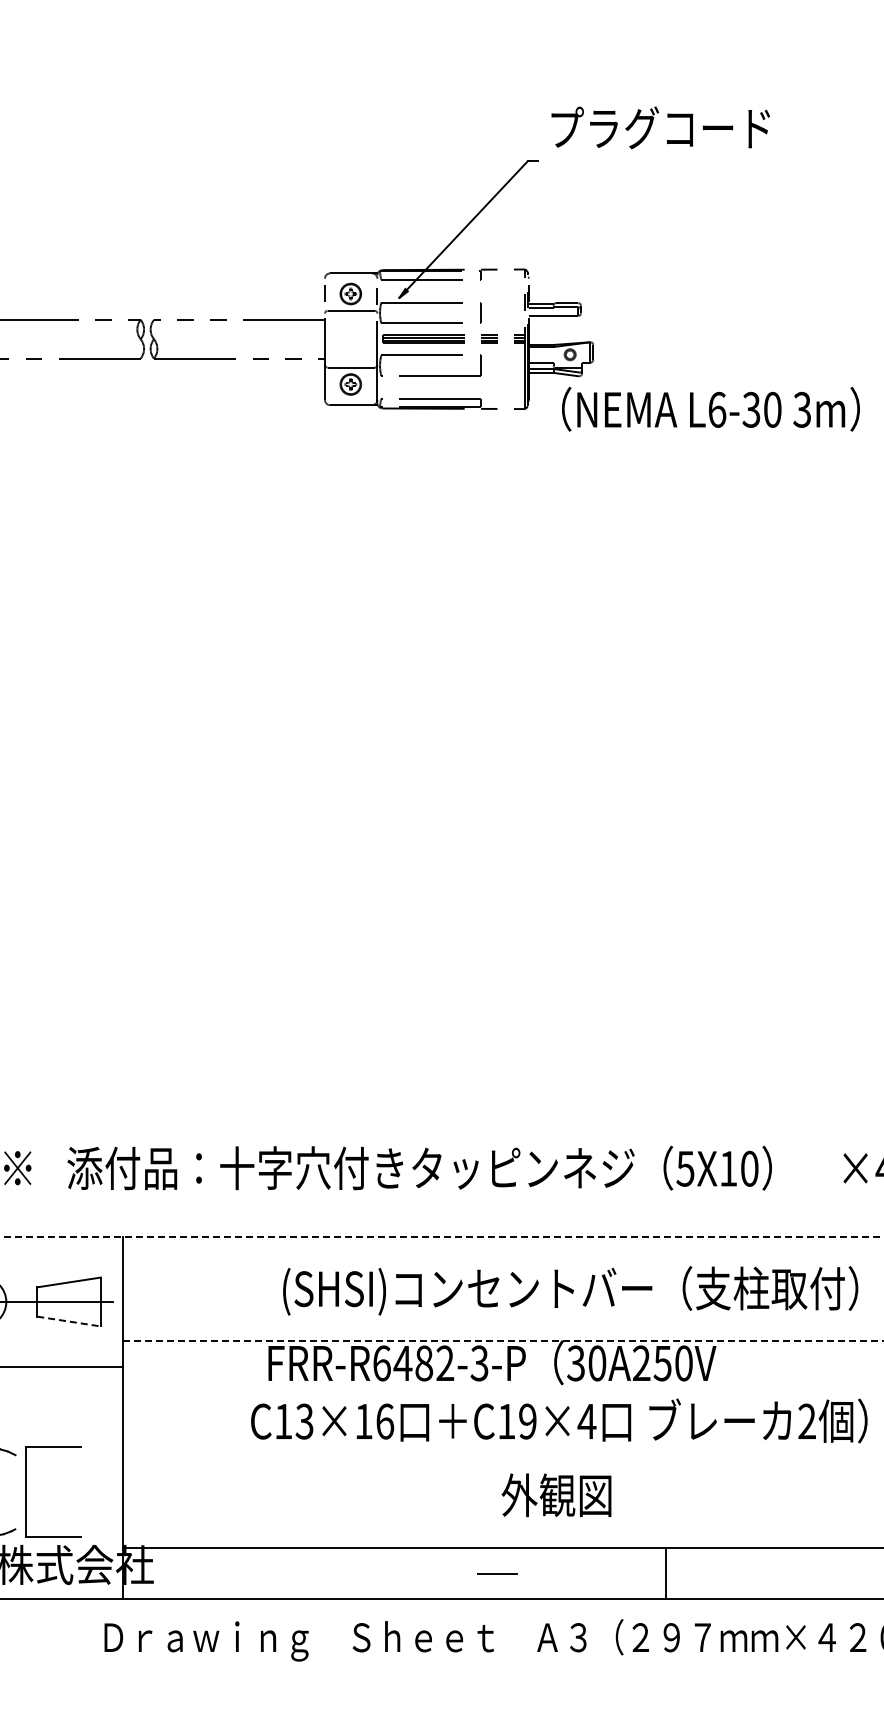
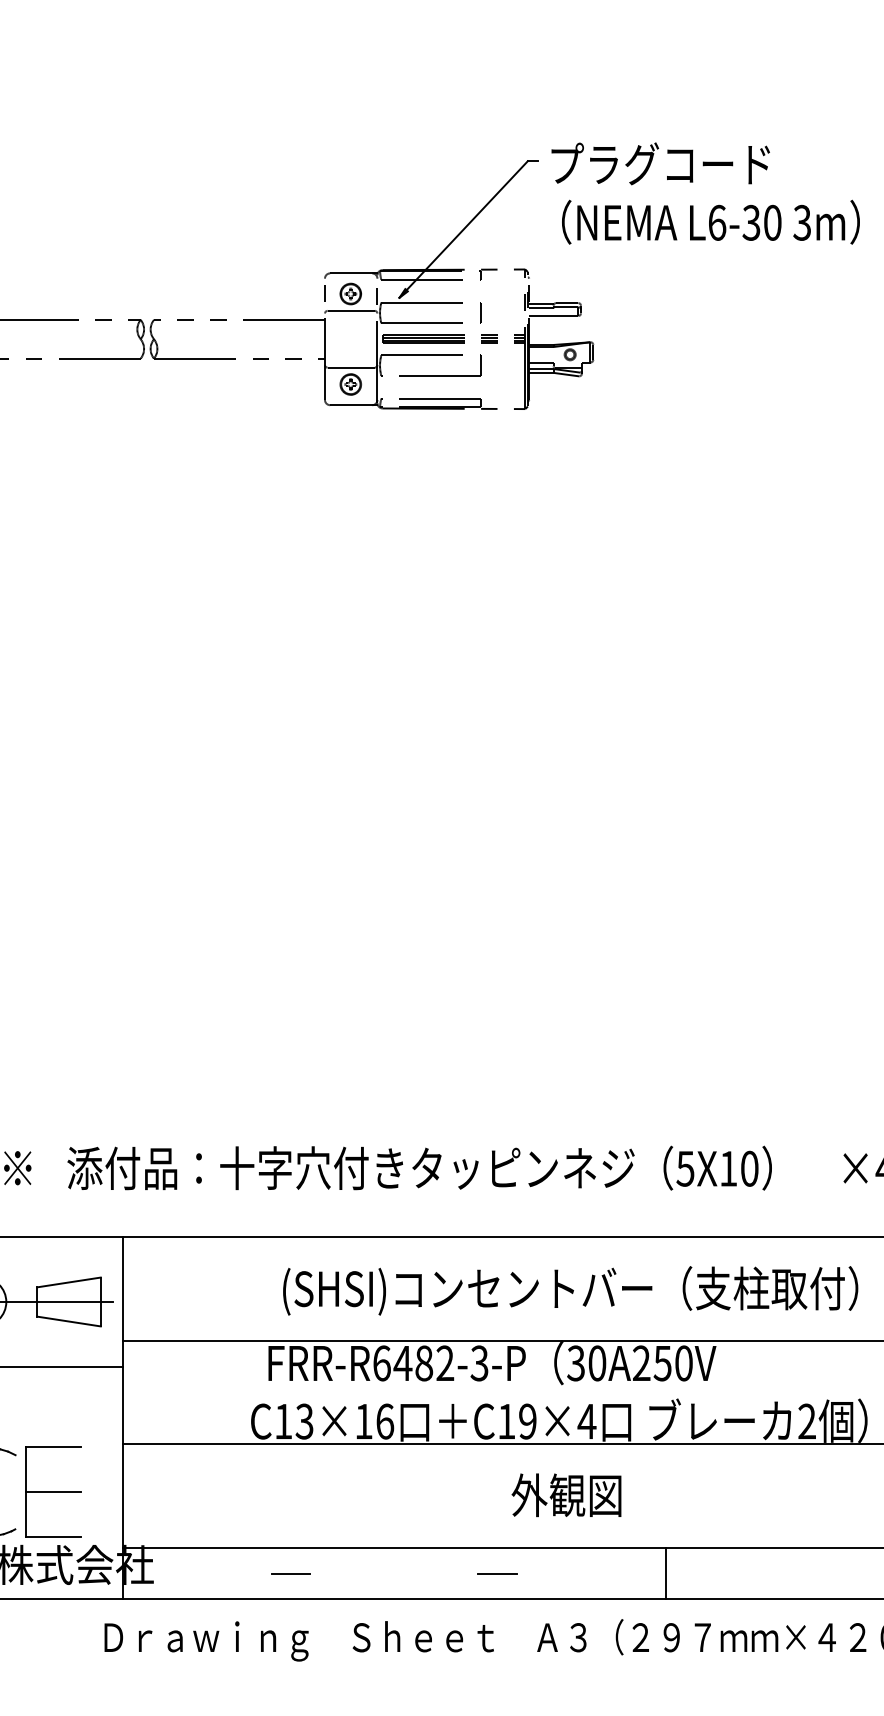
text at (660, 127) position: (660, 127) -> (660, 163)
text at (710, 408) position: (710, 408) -> (710, 221)
line at (442, 1237): dashed -> solid
line at (69, 1321): dashed -> solid
line at (503, 1340): dashed -> solid
line at (501, 1444): none -> present
line at (53, 1492): none -> present
text at (556, 1495) position: (556, 1495) -> (566, 1495)
line at (290, 1573): none -> present
